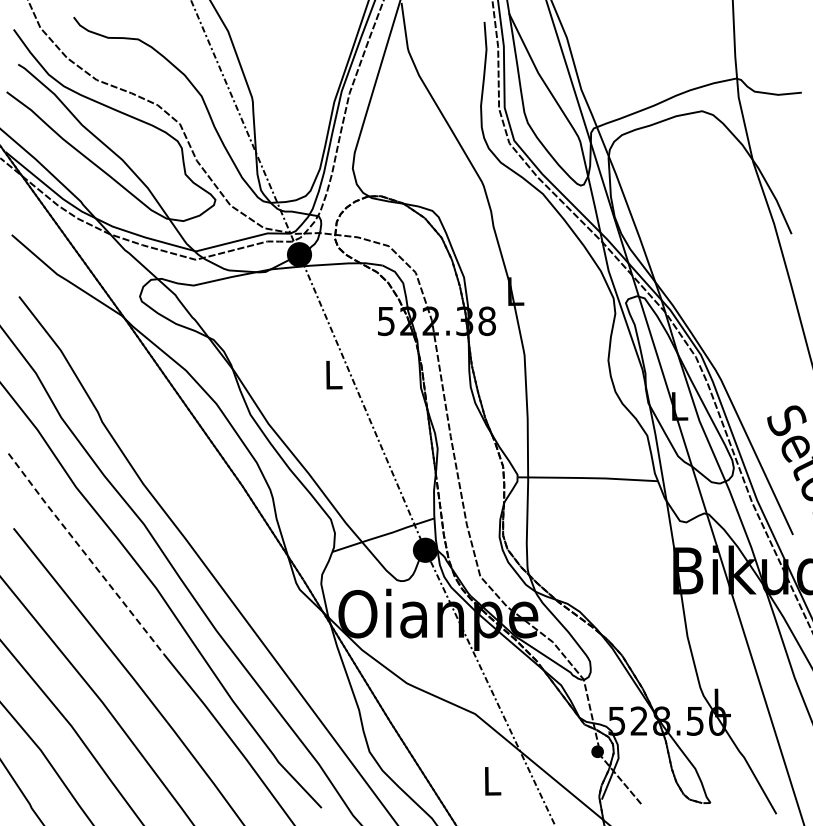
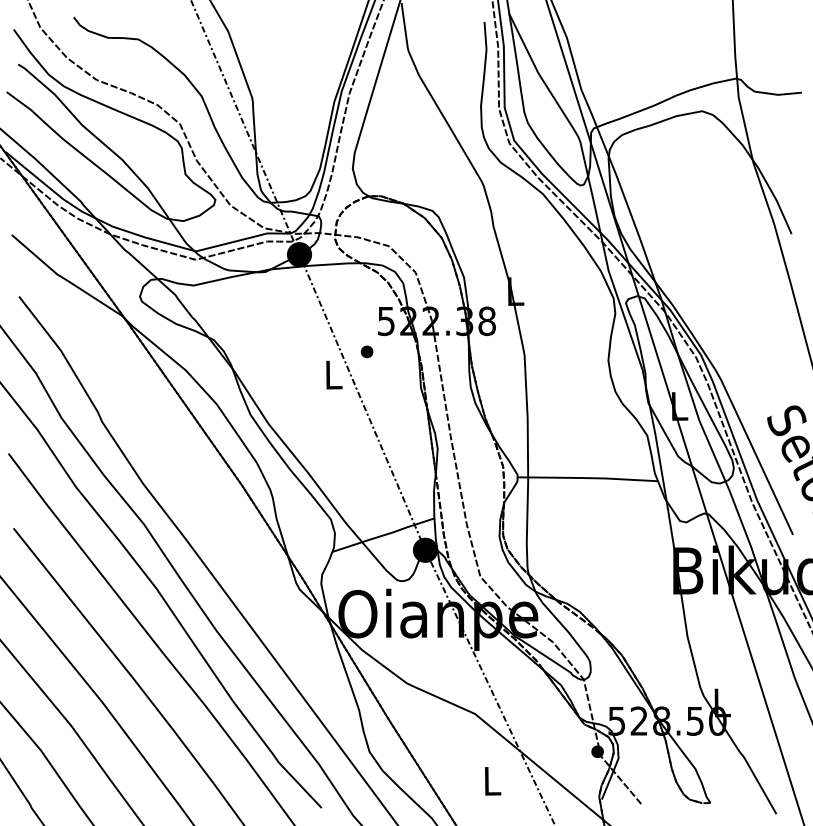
part at (366, 351): none -> present
line at (85, 554): dashed -> solid
